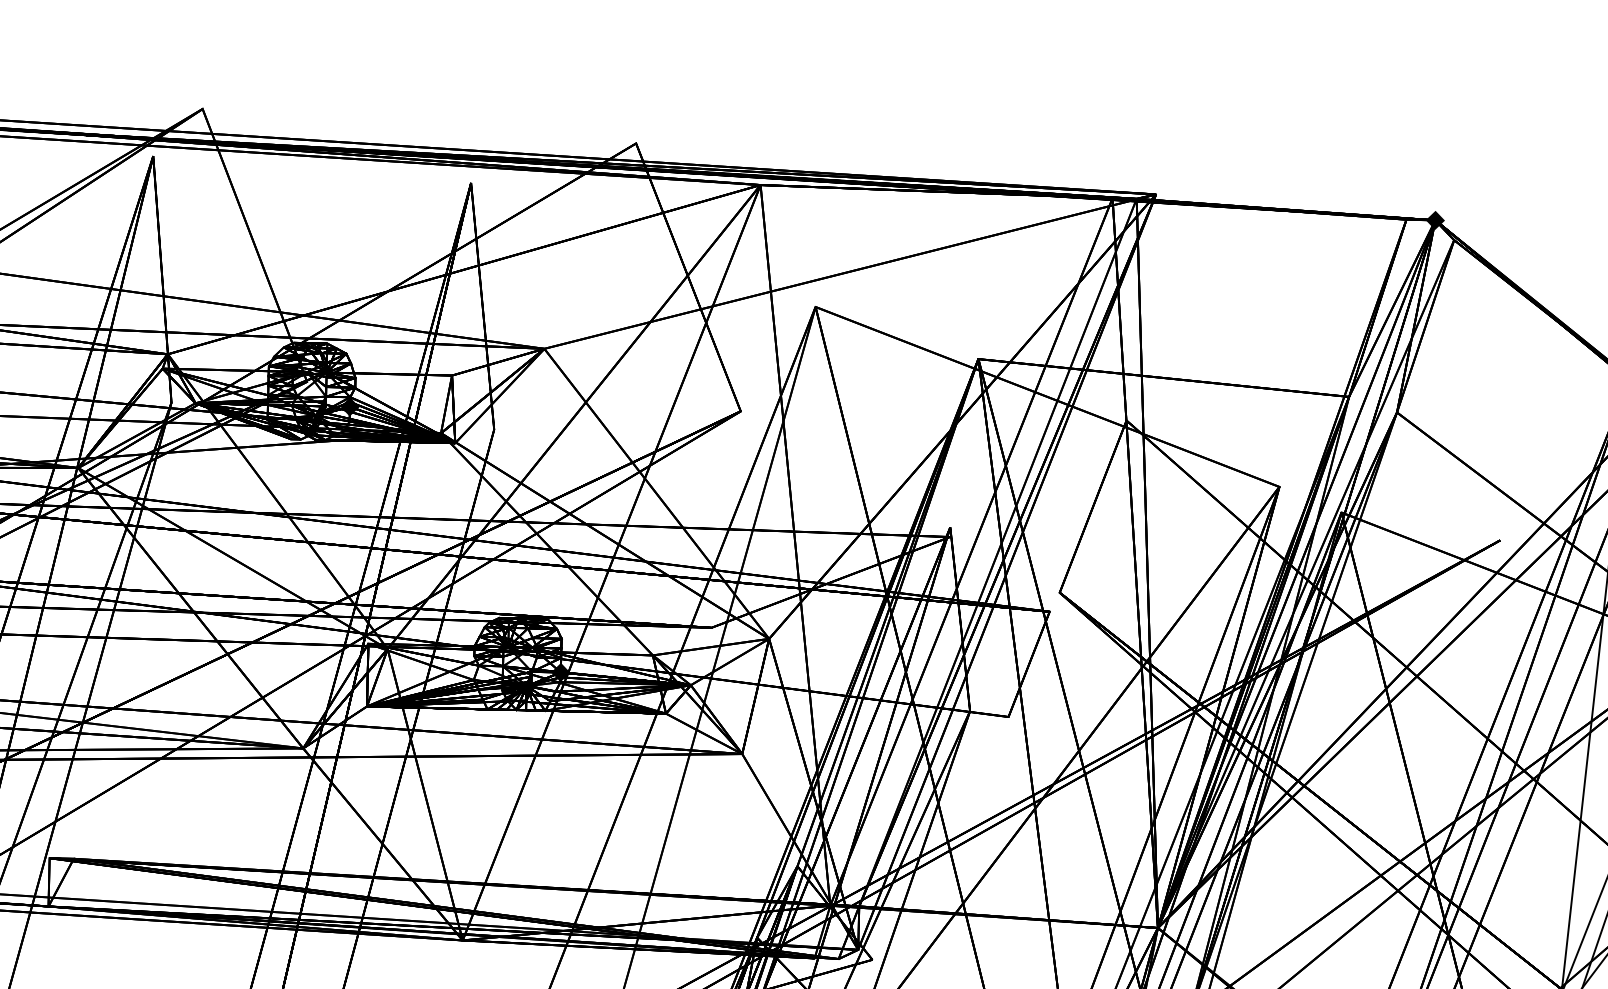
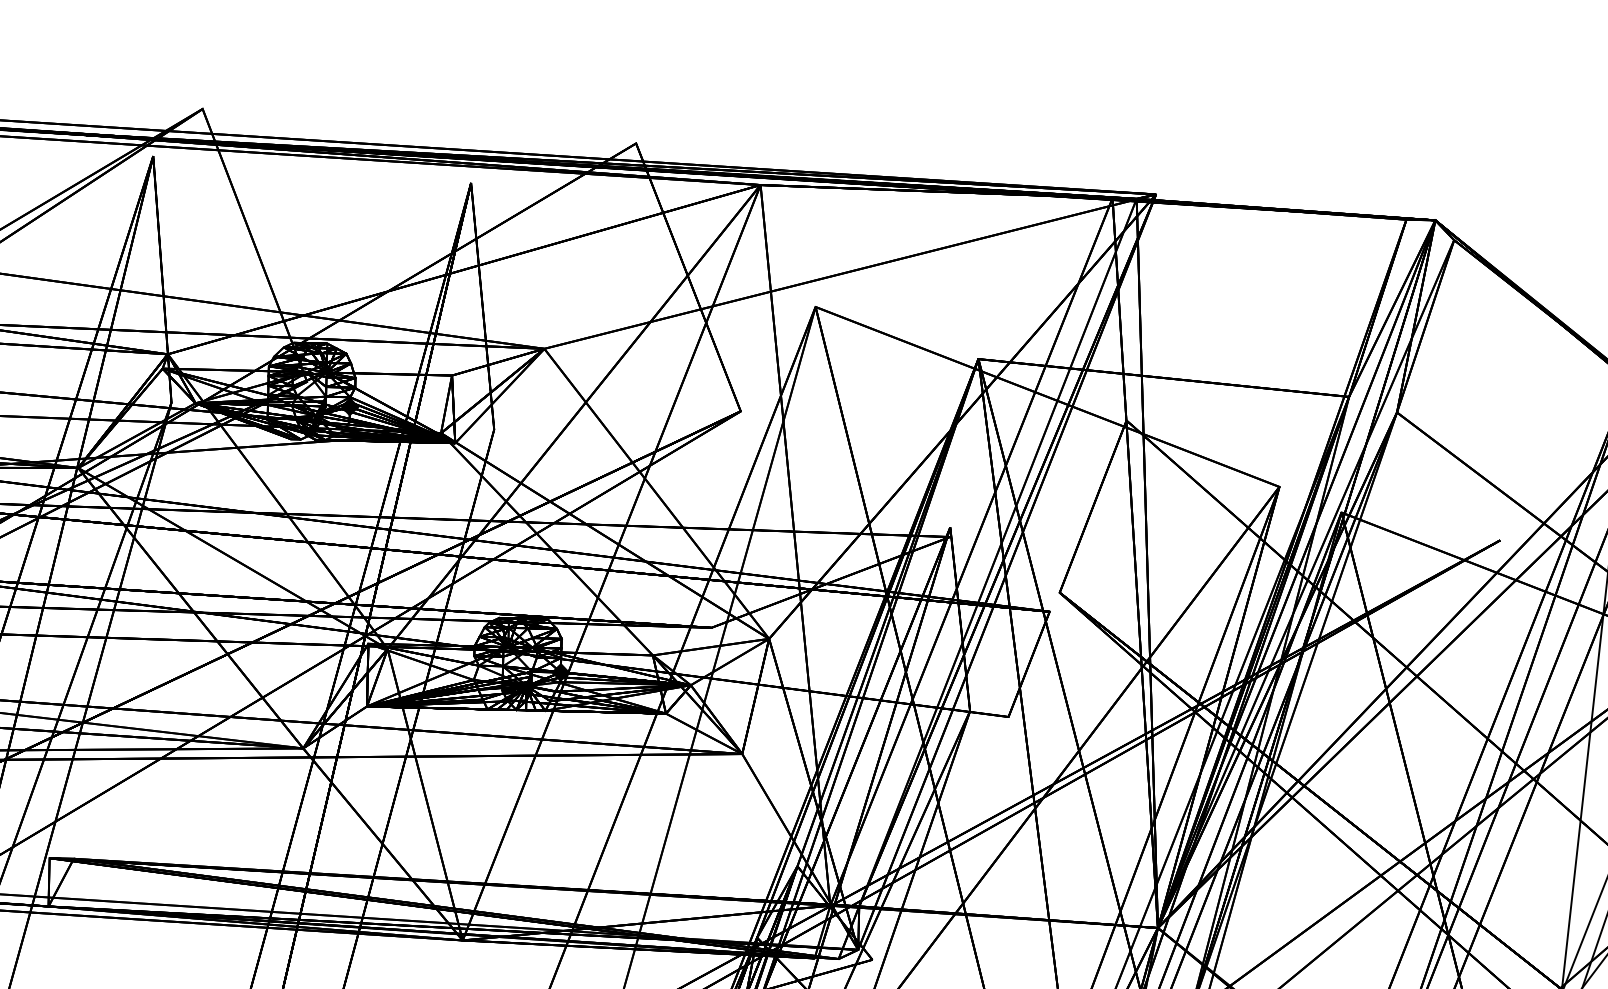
fill at (1435, 220): present -> none
